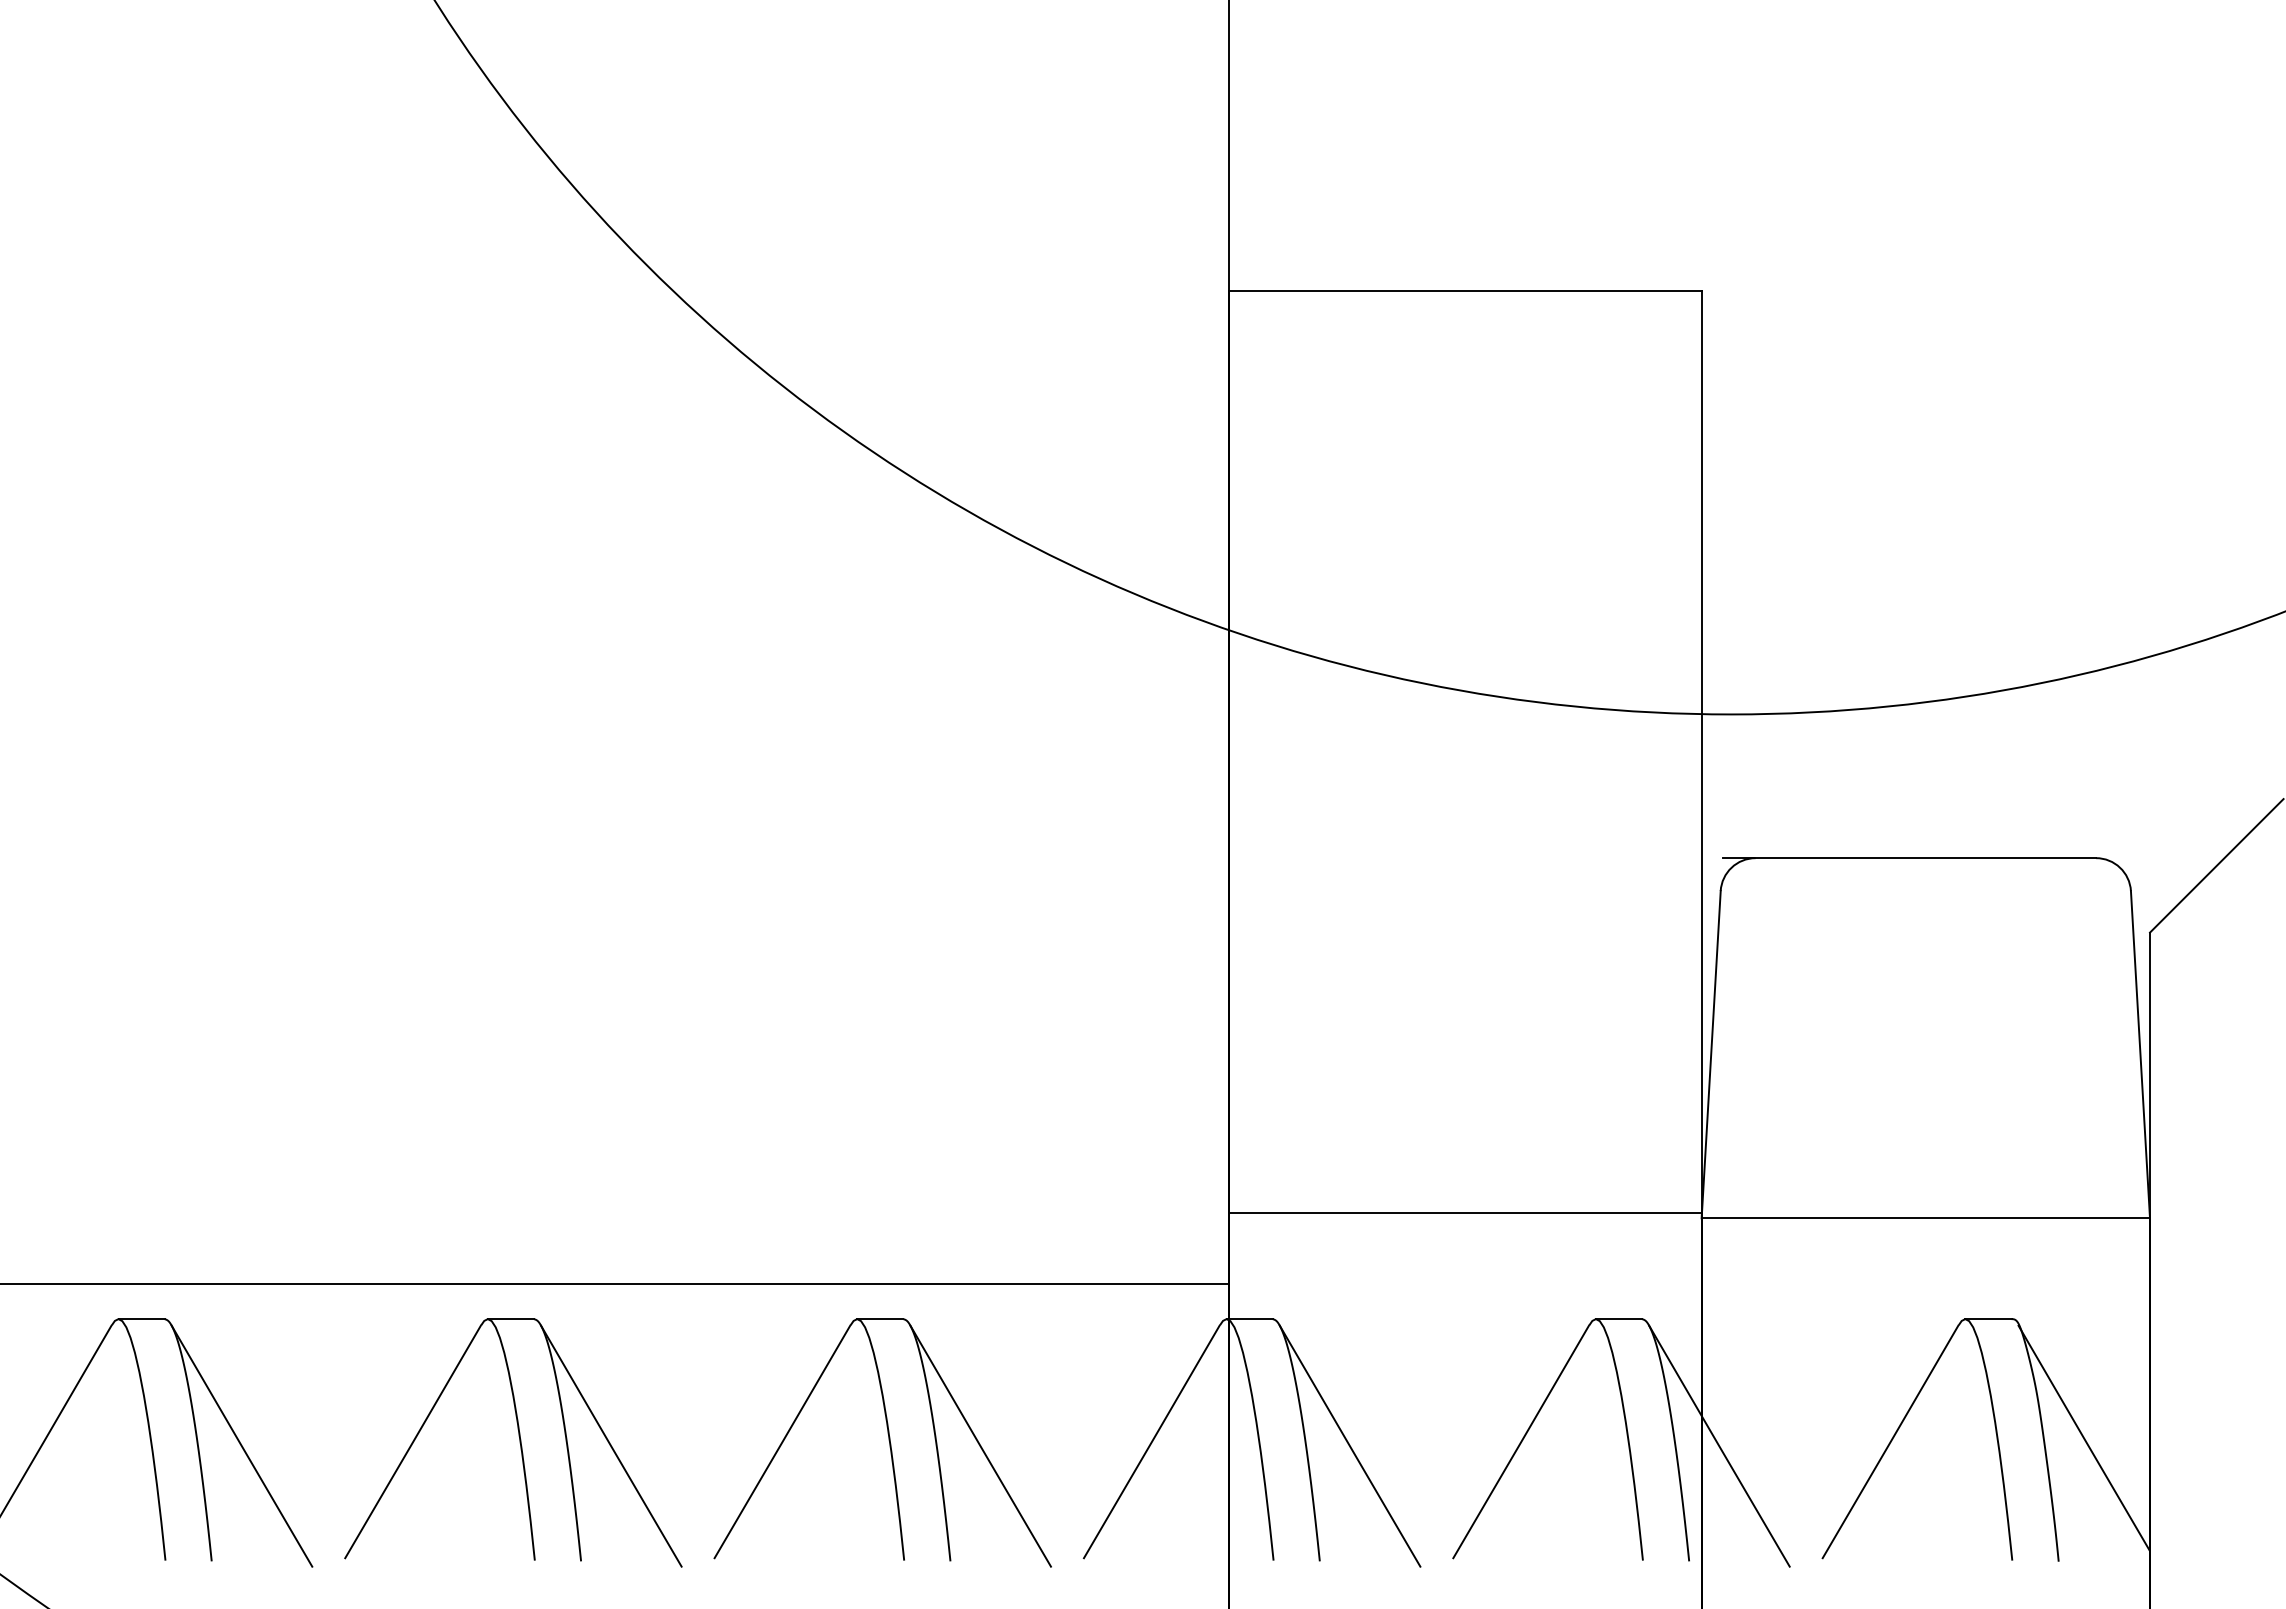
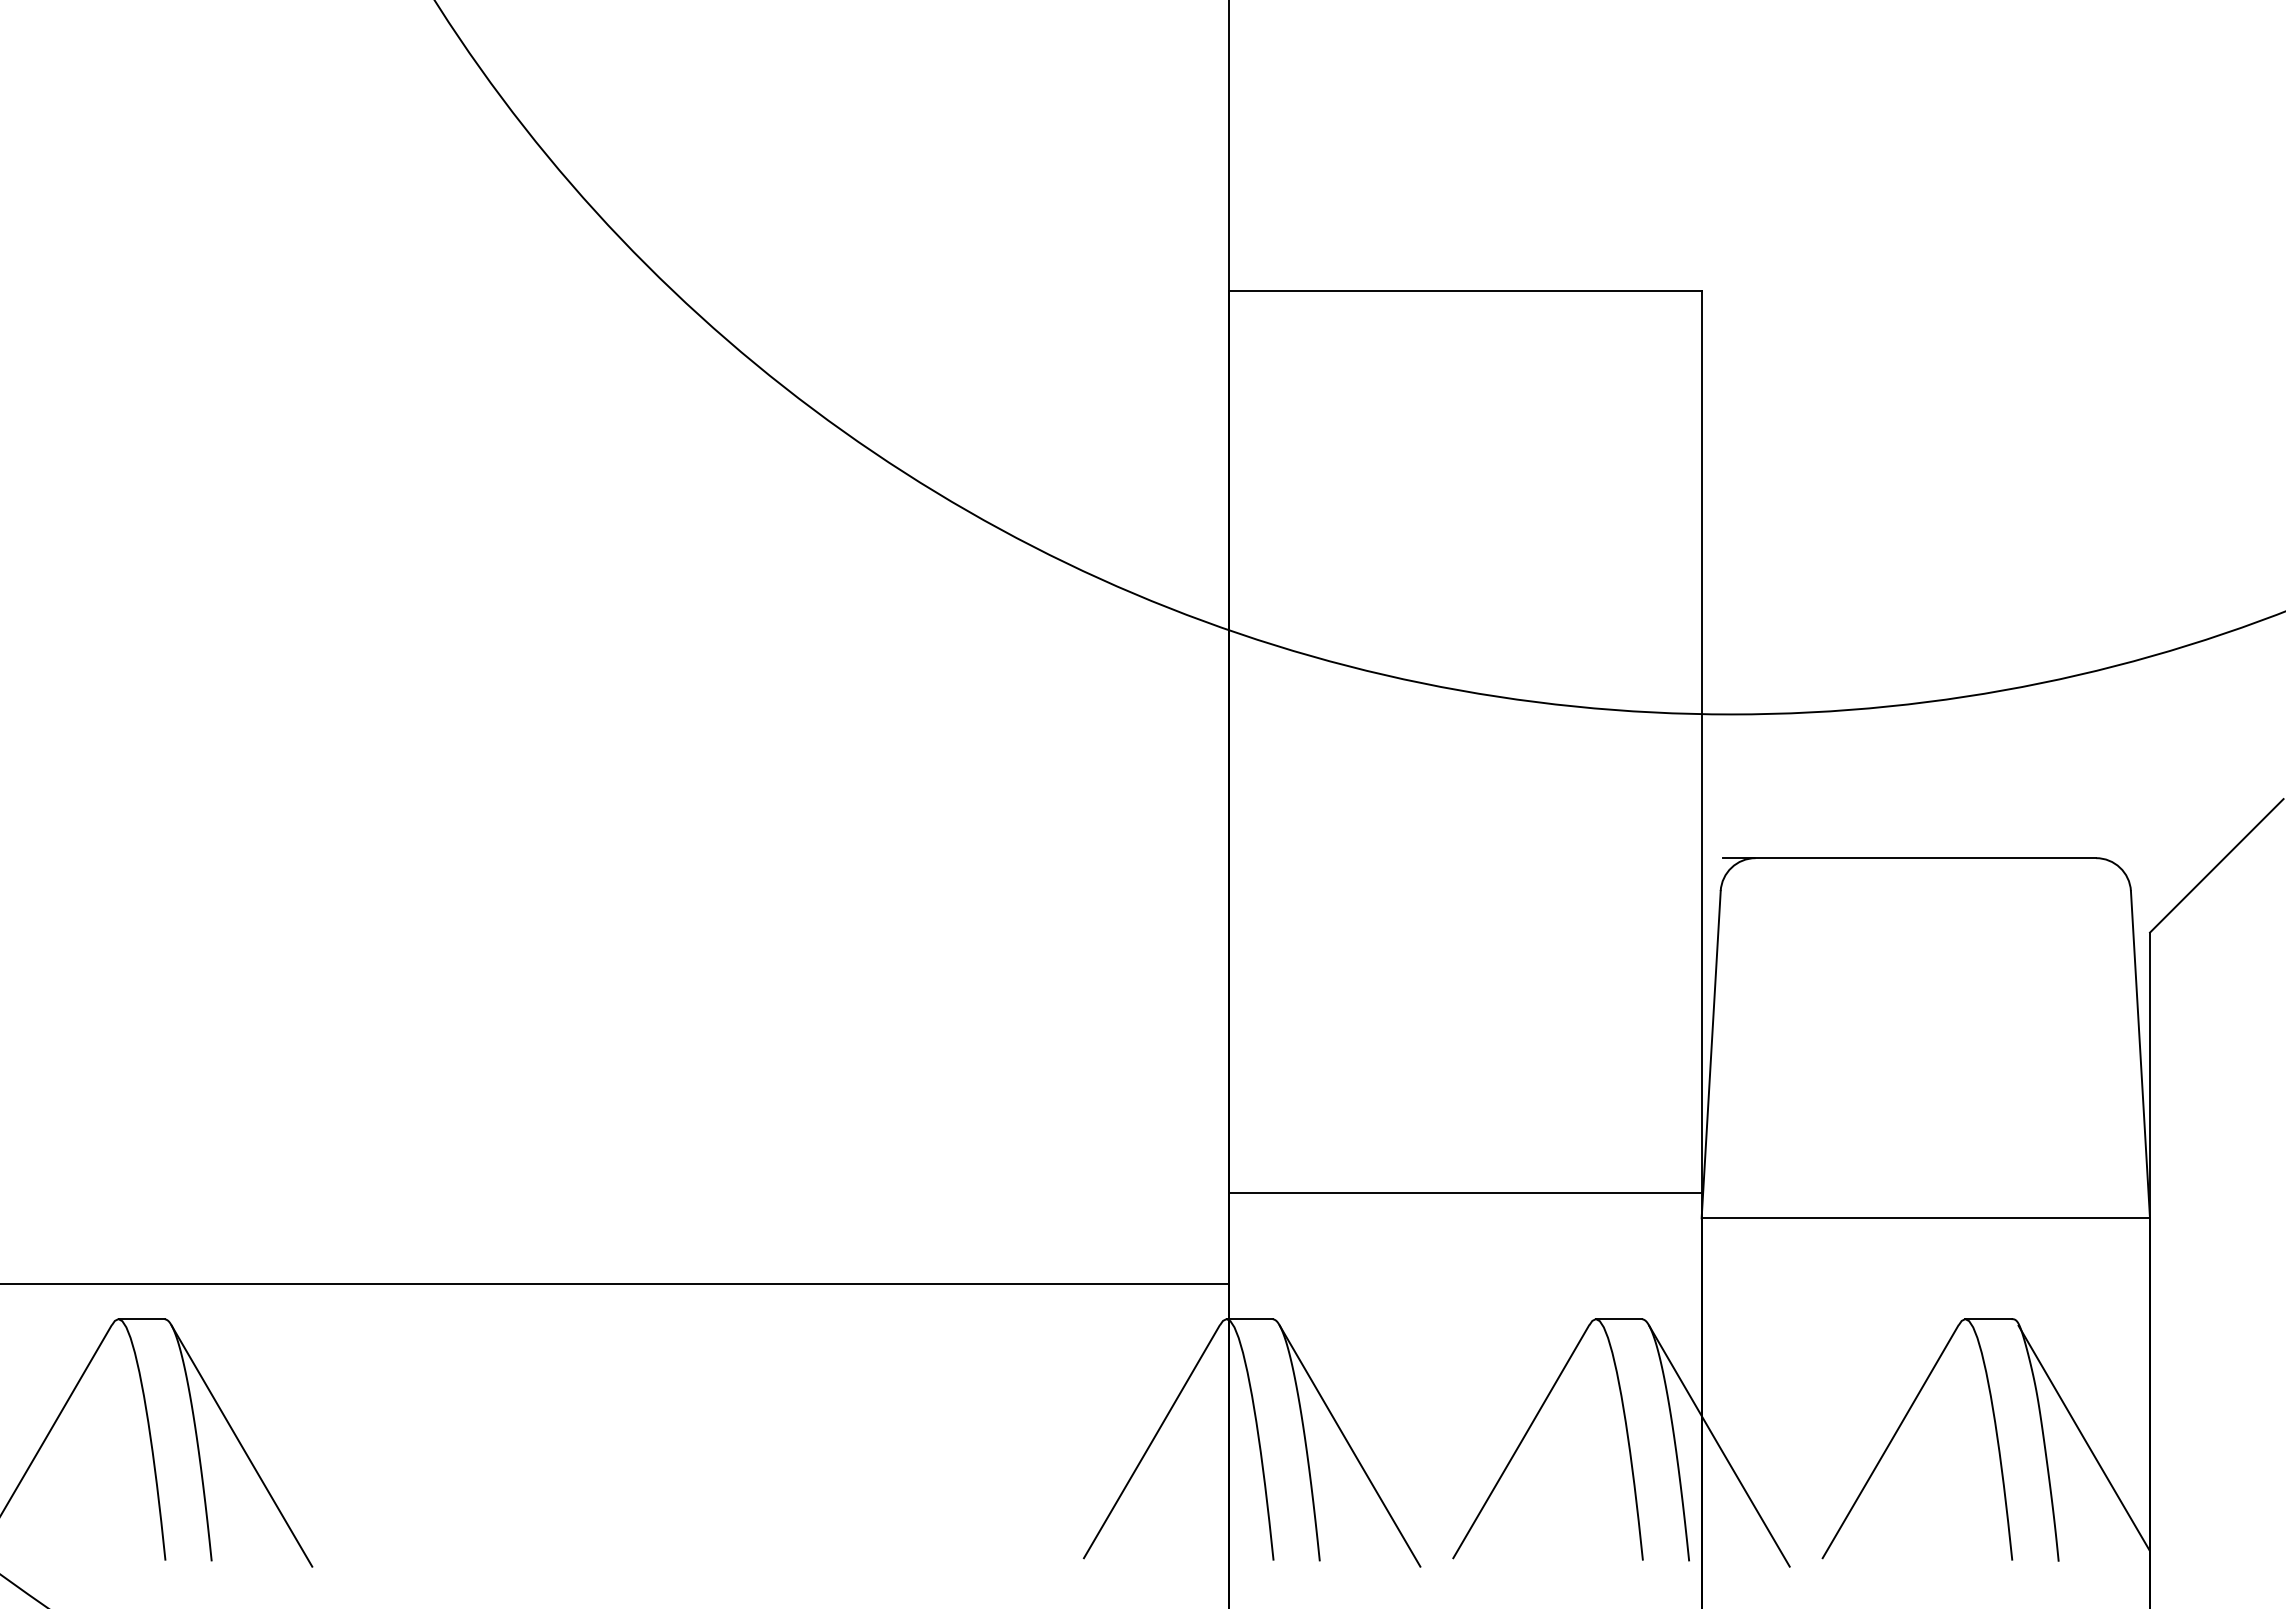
line at (1464, 1212) position: (1464, 1212) -> (1464, 1192)
part at (888, 1440): present -> none
part at (513, 1442): present -> none
